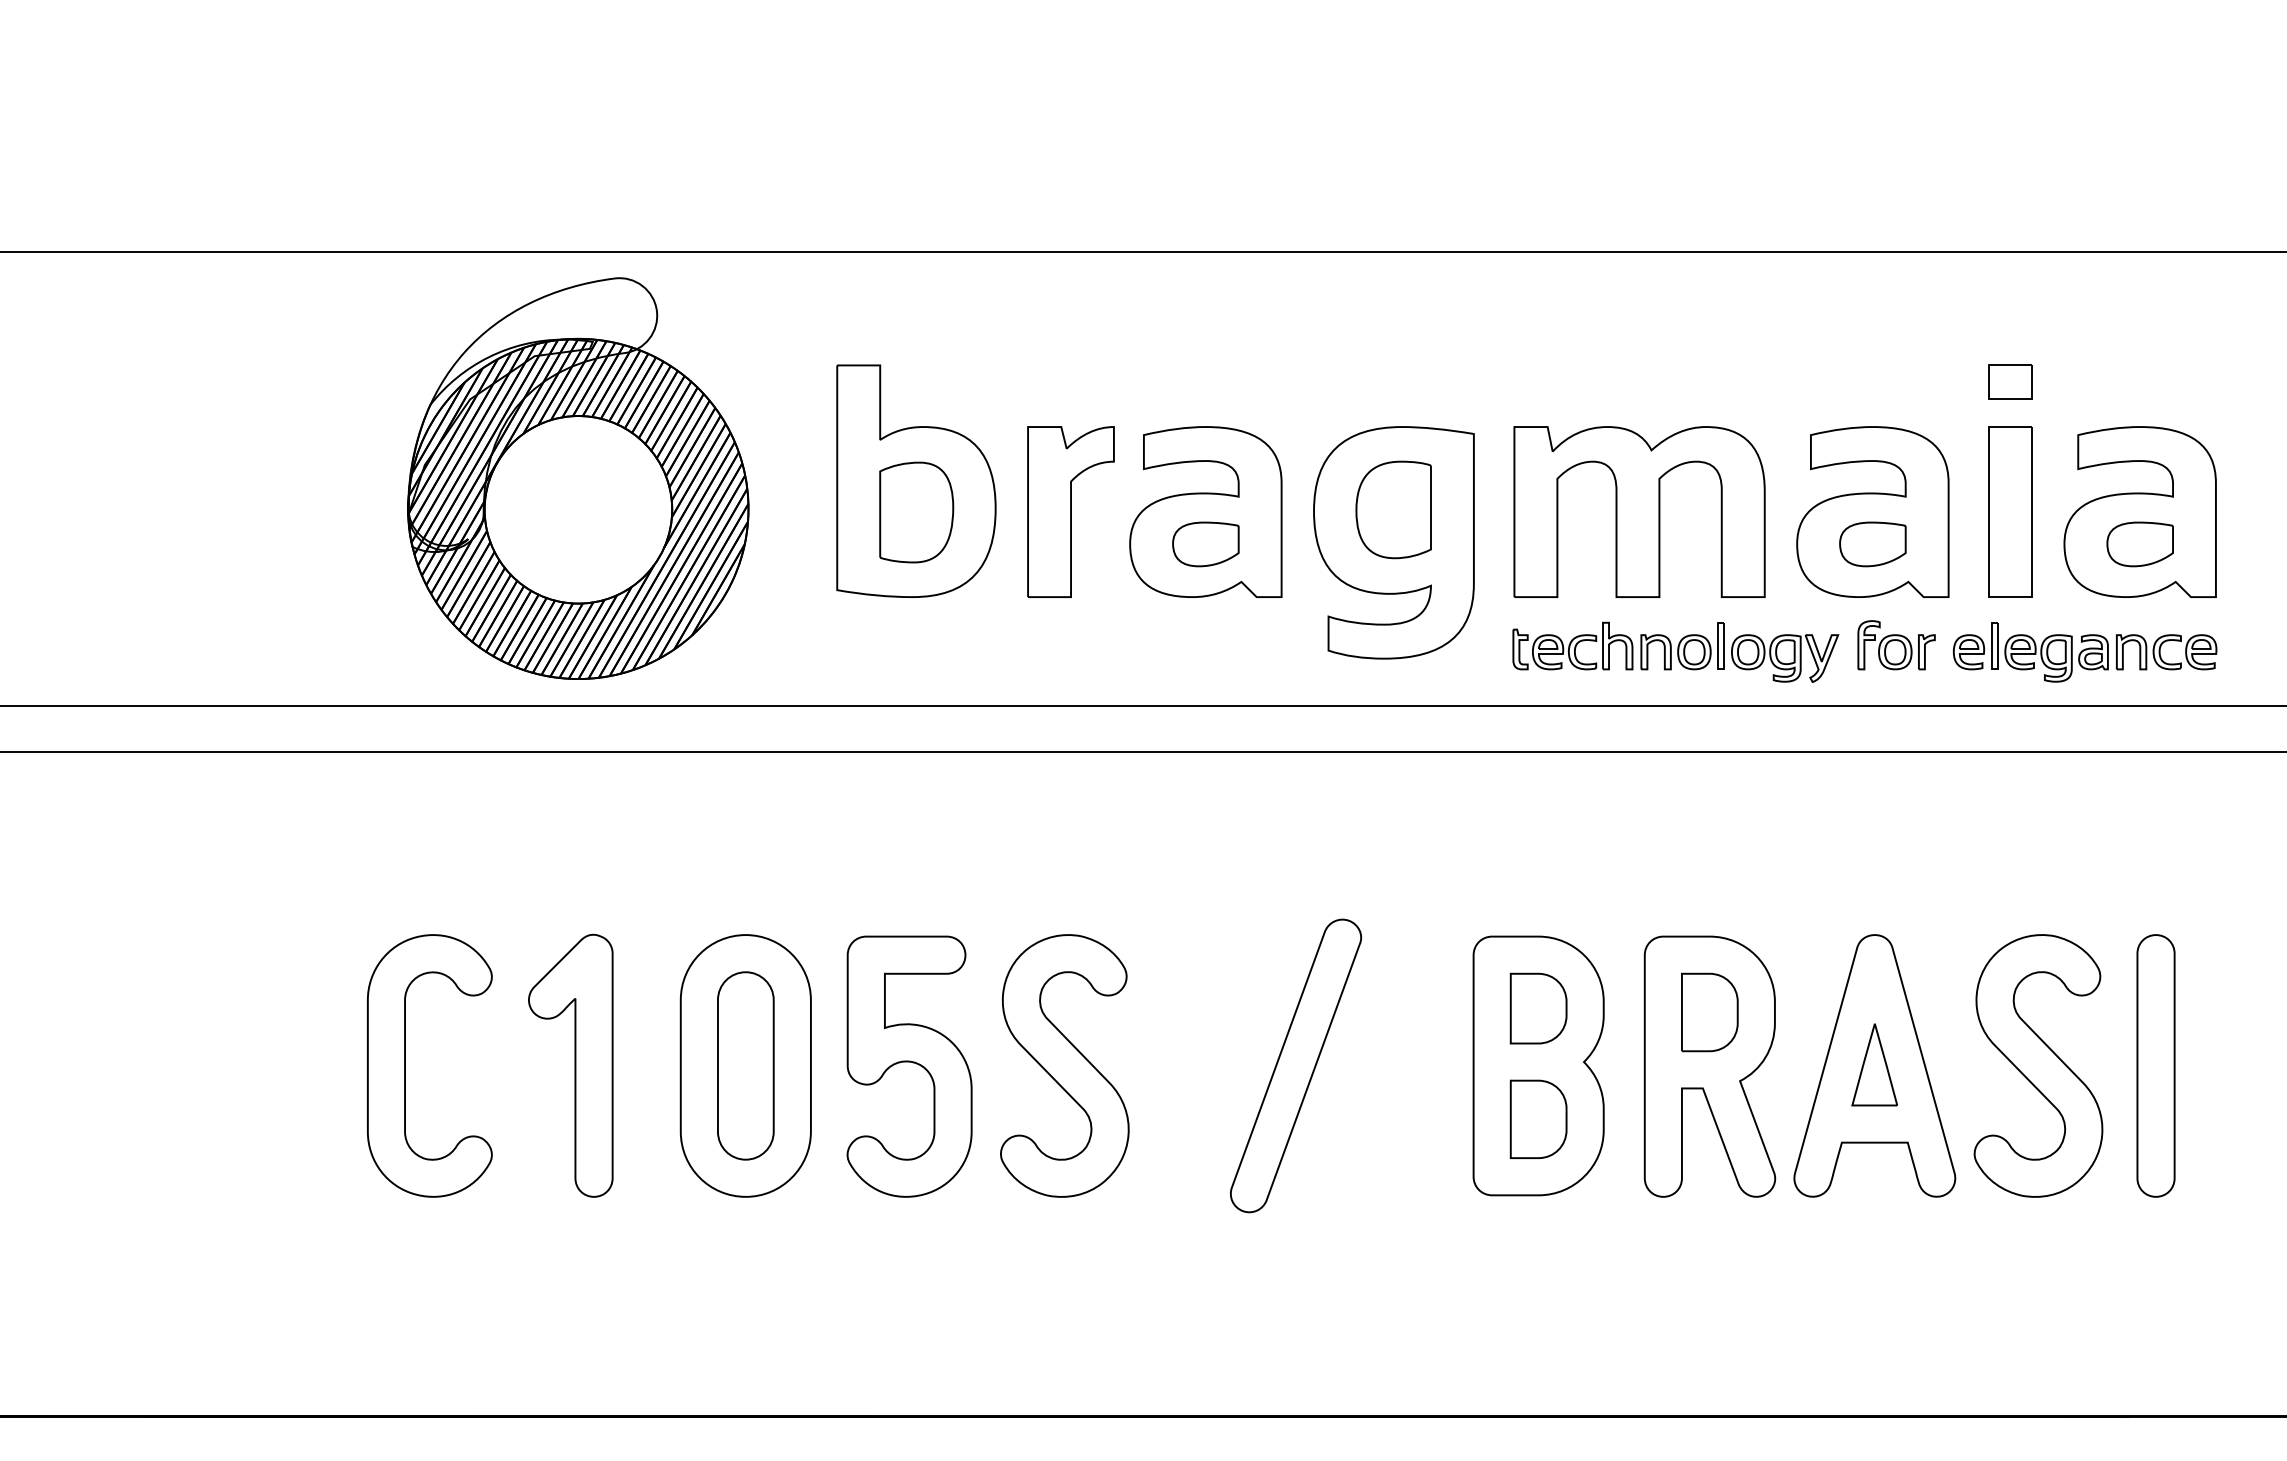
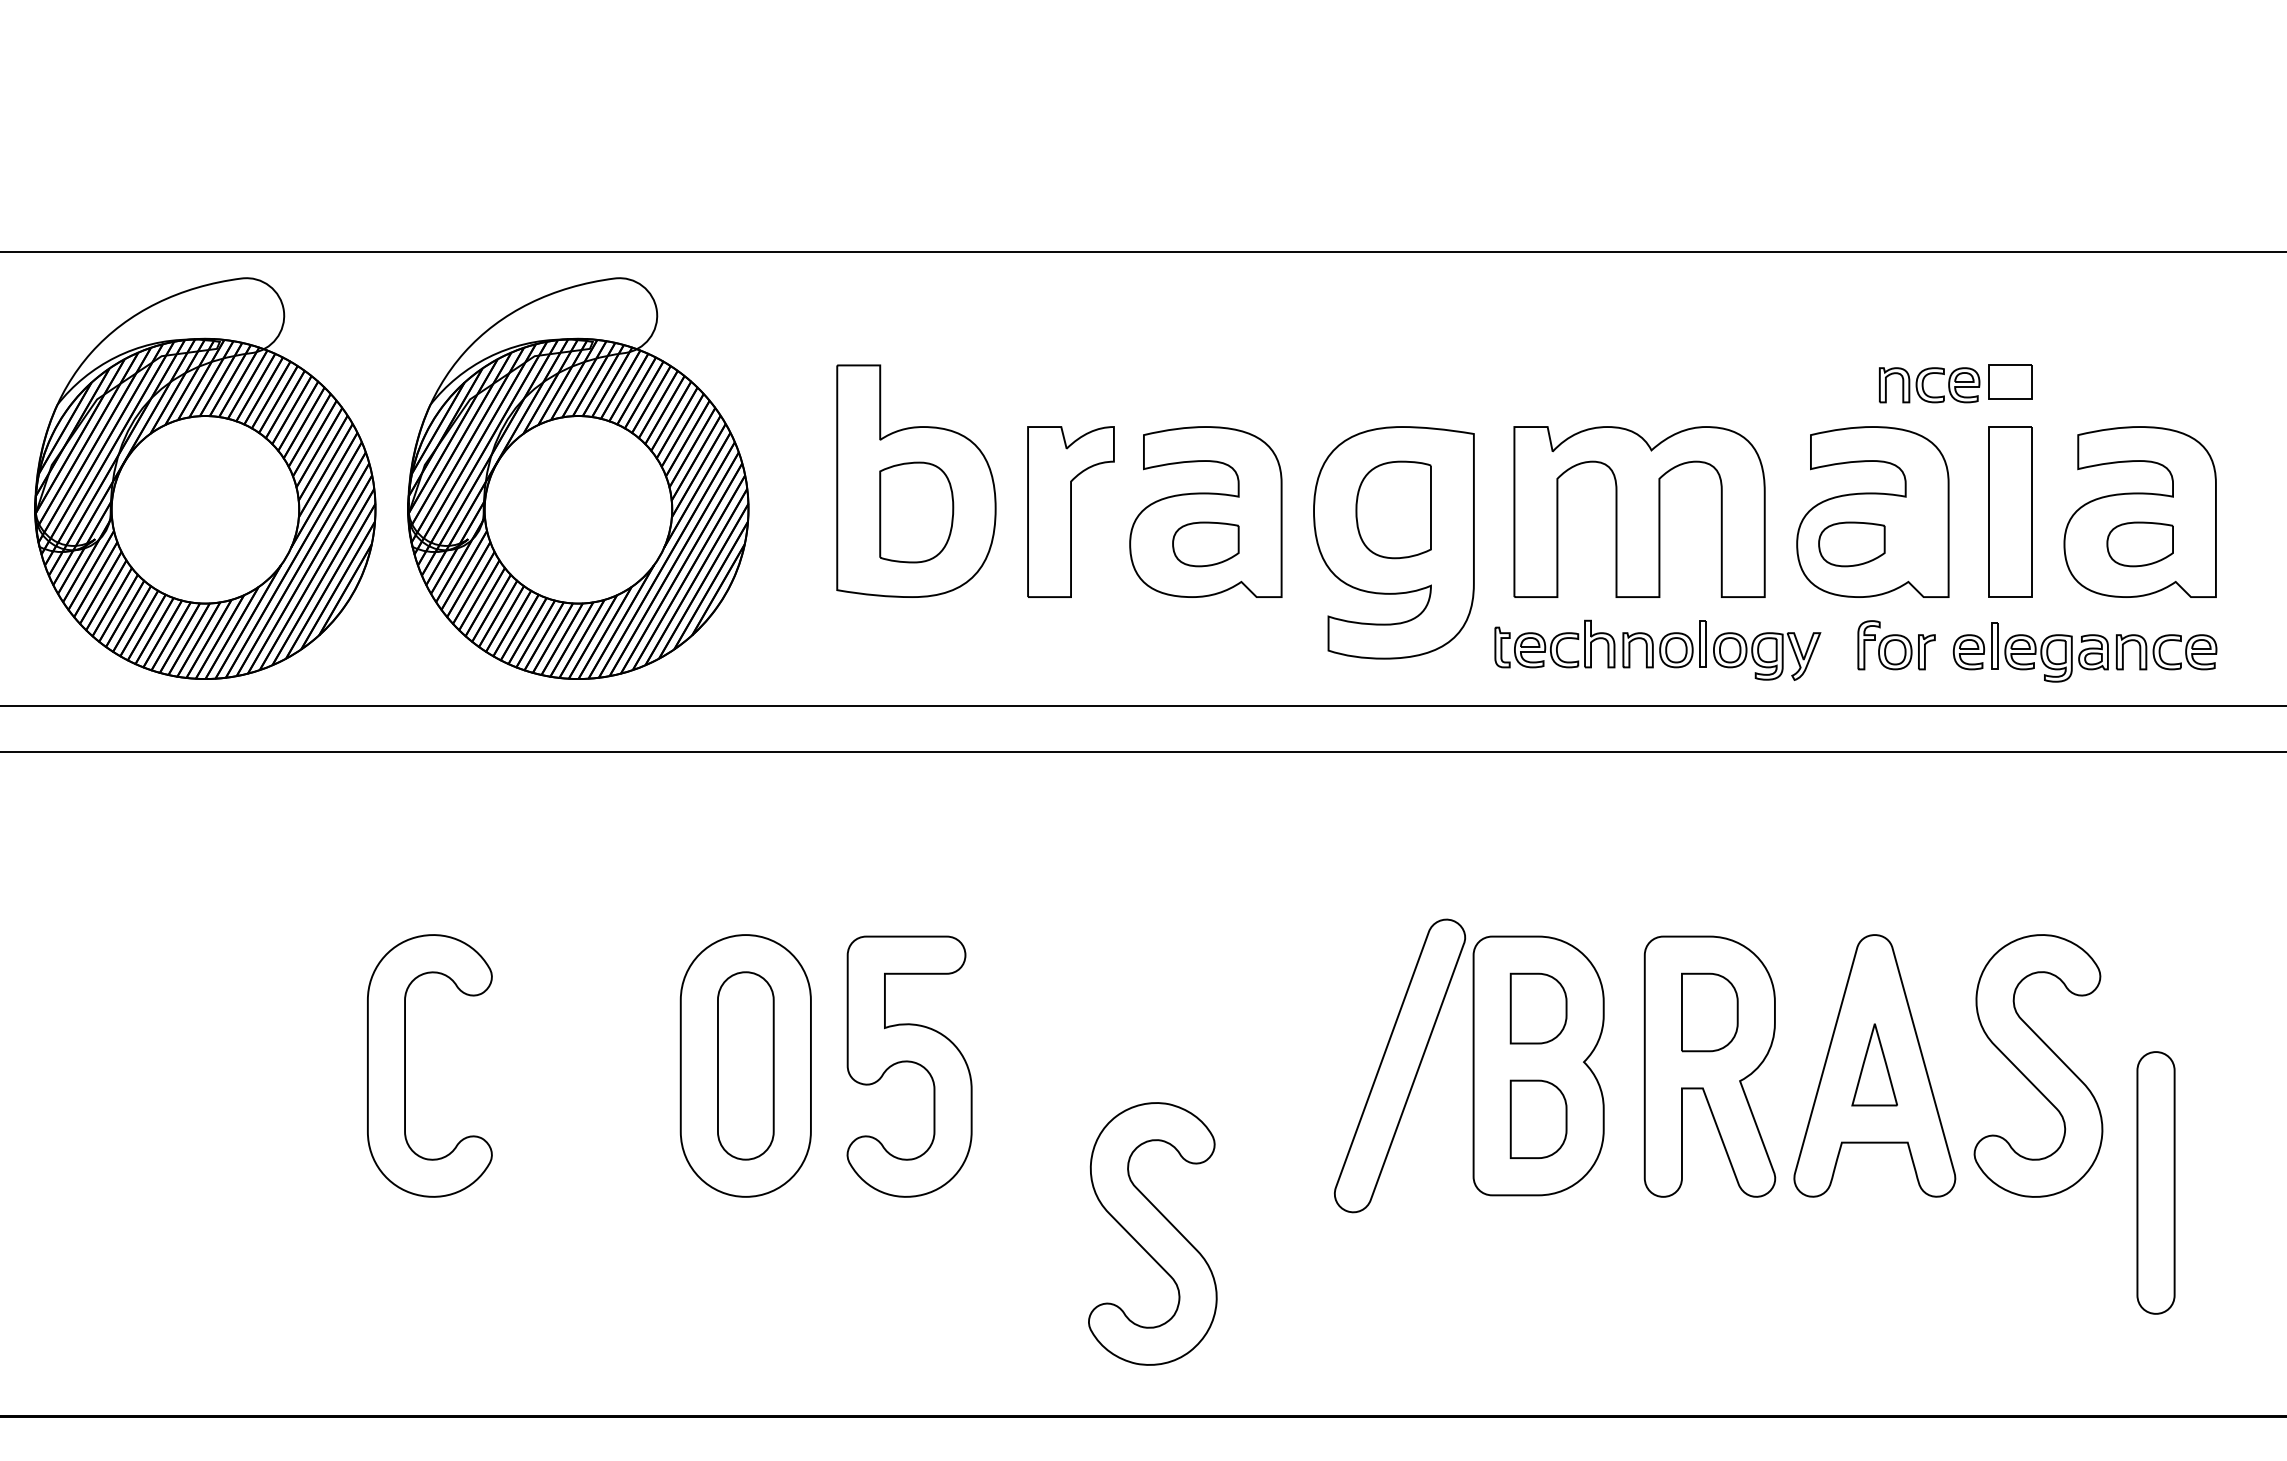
part at (1929, 385): none -> present
part at (205, 478): none -> present
part at (1872, 544) position: (1872, 544) -> (1851, 544)
part at (1675, 651) position: (1675, 651) -> (1657, 649)
part at (570, 1065): present -> none
part at (1064, 1065) position: (1064, 1065) -> (1152, 1233)
part at (1296, 1065) position: (1296, 1065) -> (1400, 1065)
part at (2155, 1065) position: (2155, 1065) -> (2155, 1182)
